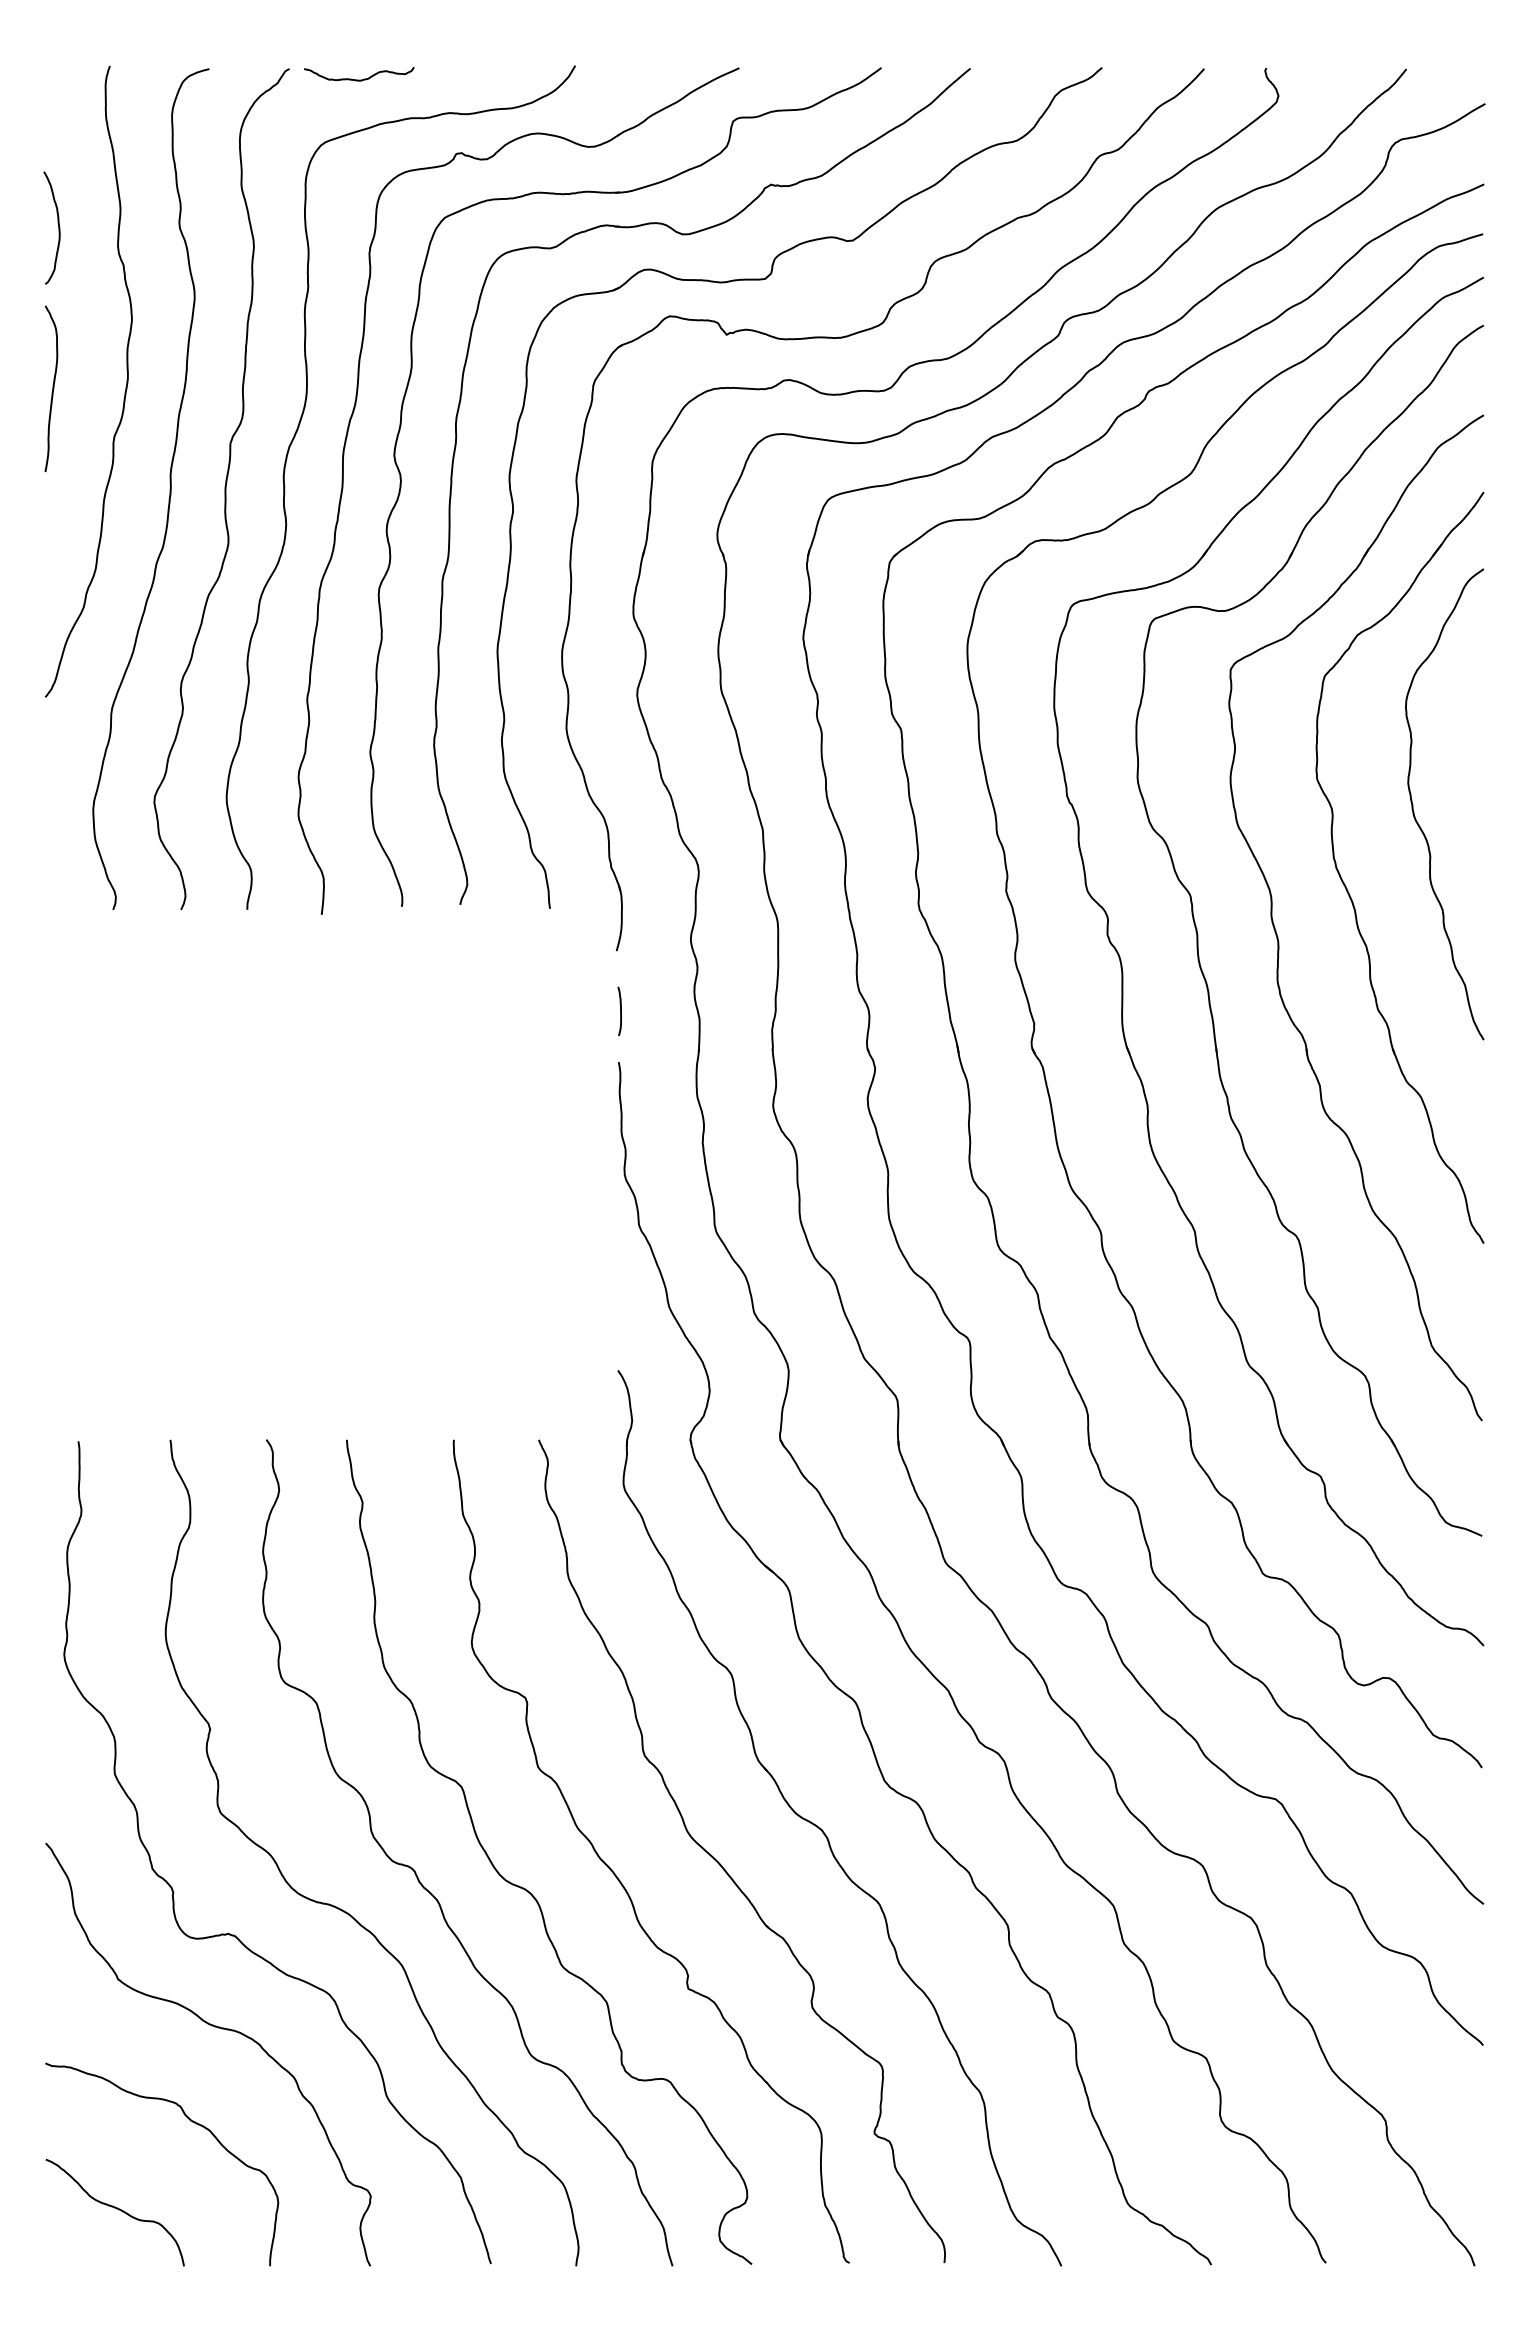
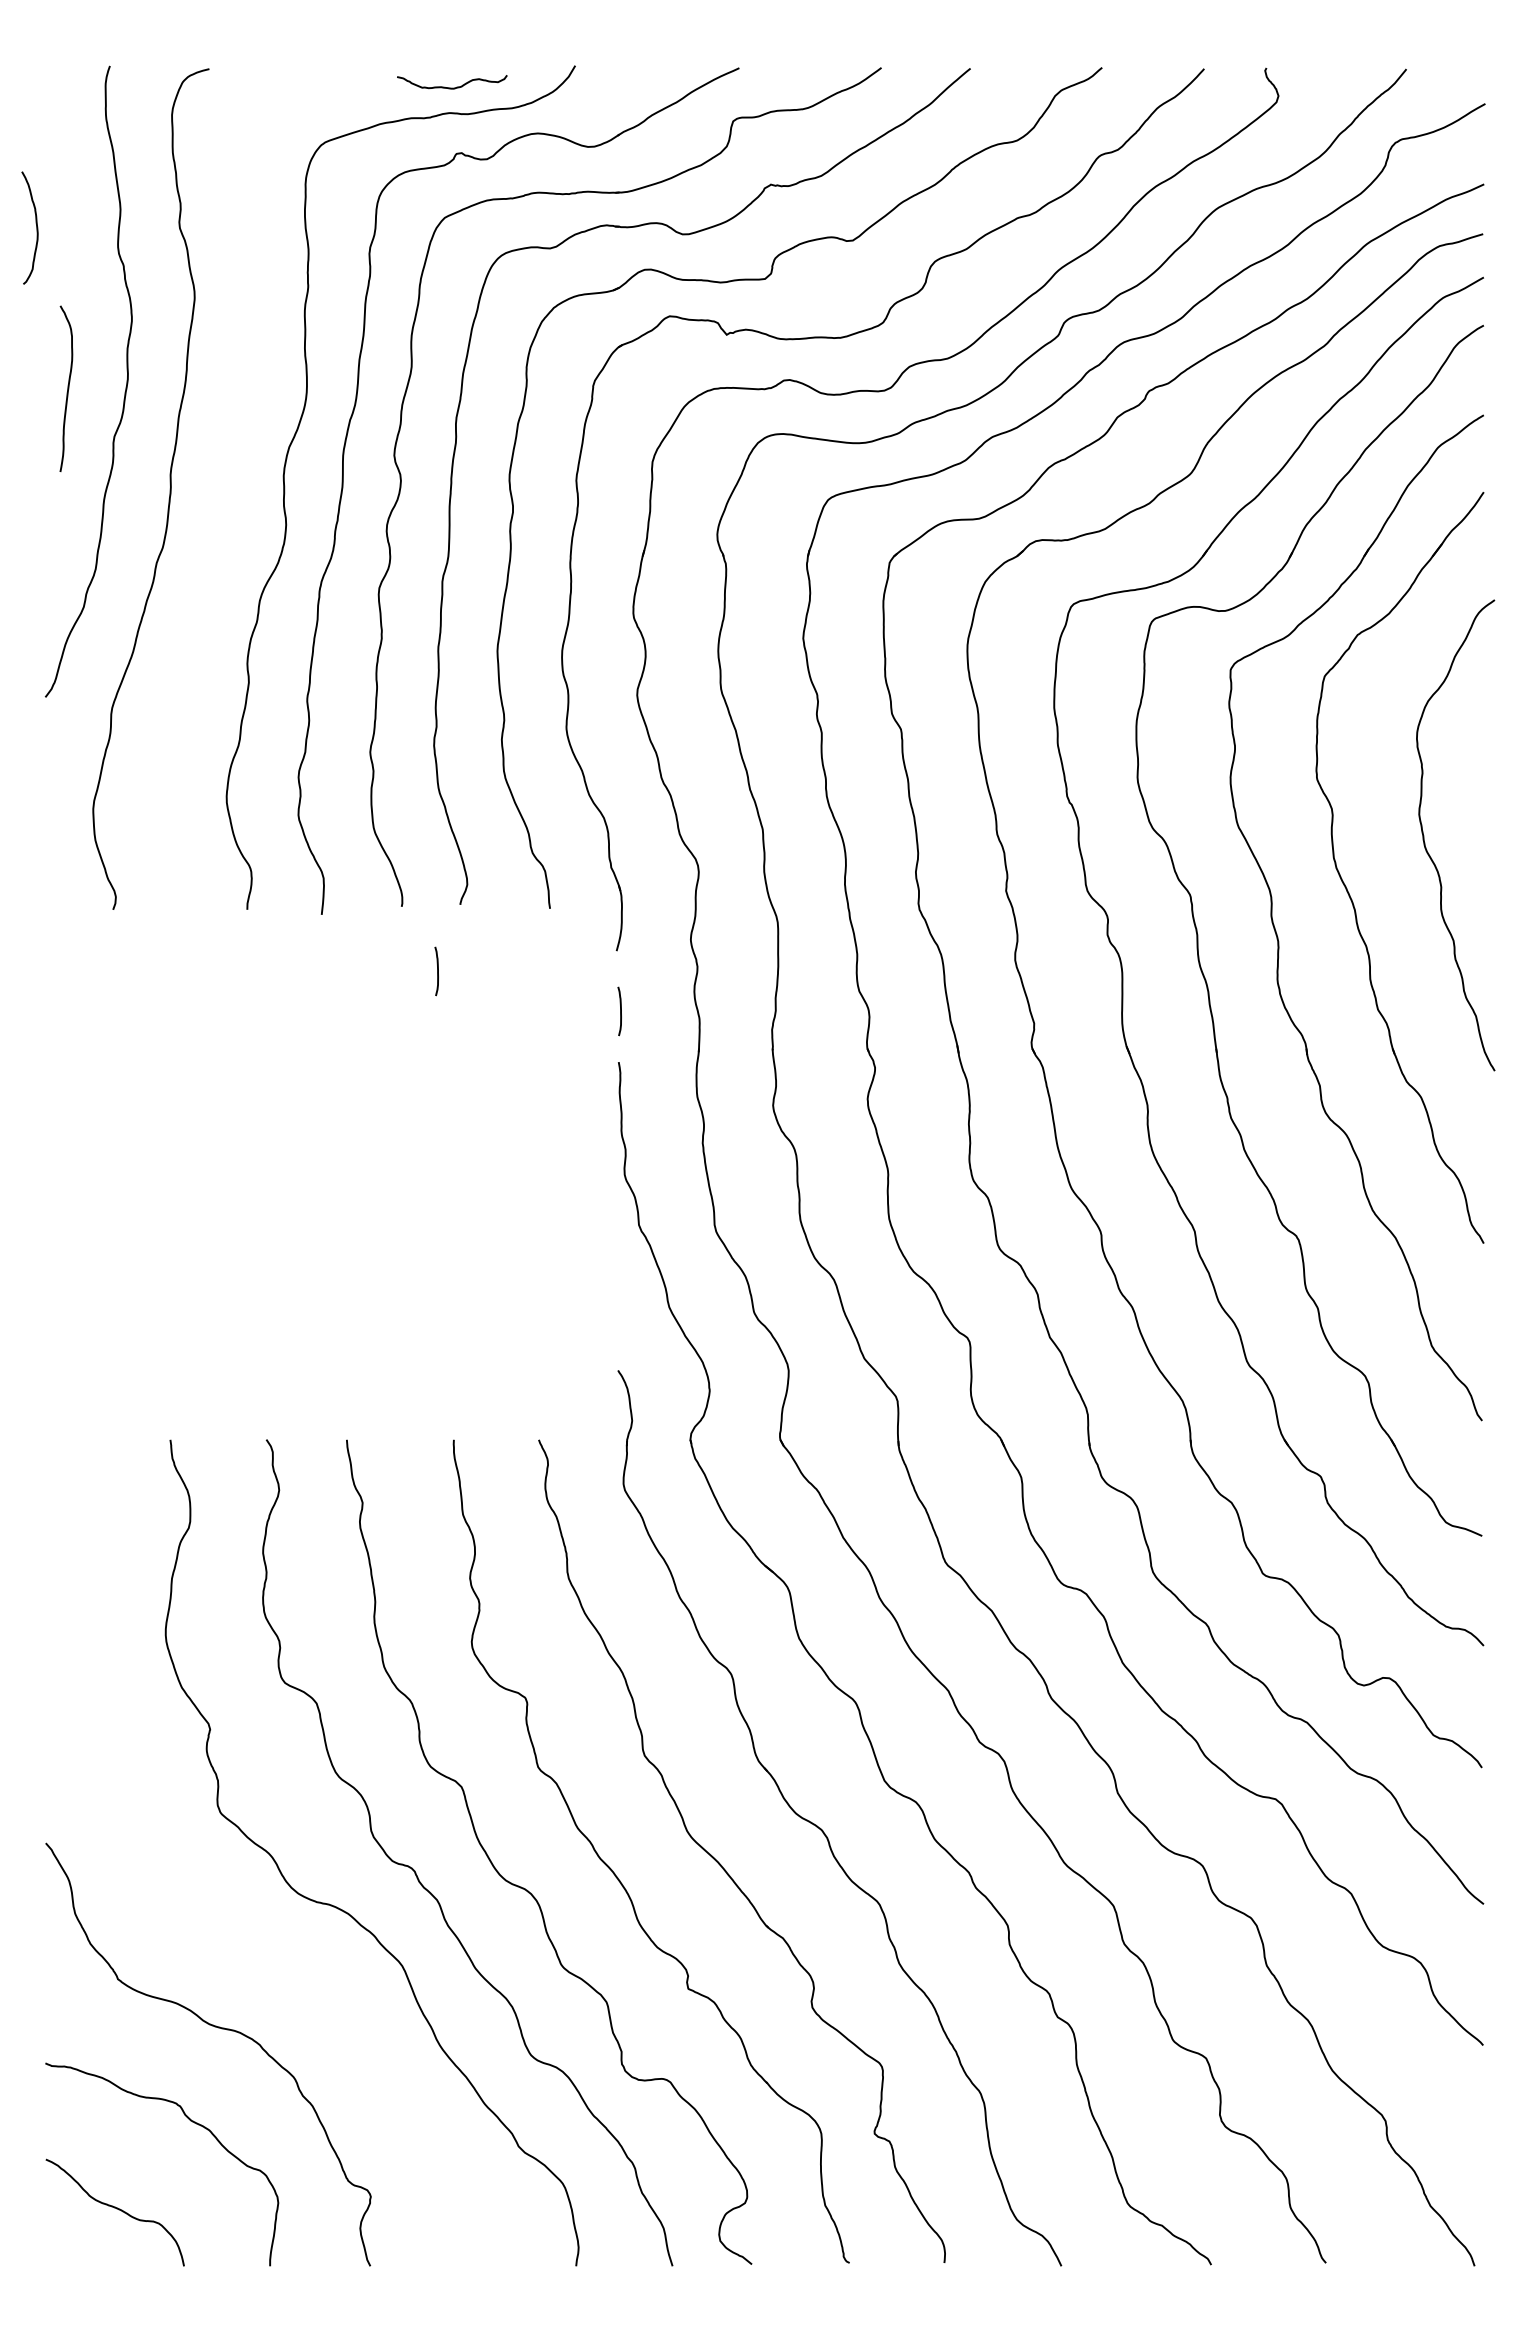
curve at (359, 79) position: (359, 79) -> (452, 87)
curve at (58, 227) position: (58, 227) -> (36, 227)
curve at (52, 388) position: (52, 388) -> (67, 388)
curve at (224, 488): present -> none
curve at (1414, 811) position: (1414, 811) -> (1425, 842)
curve at (437, 971): none -> present
curve at (235, 1935): present -> none
